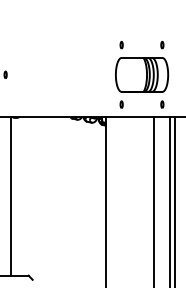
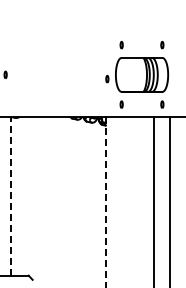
part at (107, 78): none -> present
line at (11, 196): solid -> dashed
line at (174, 200): present -> none
line at (106, 202): solid -> dashed
